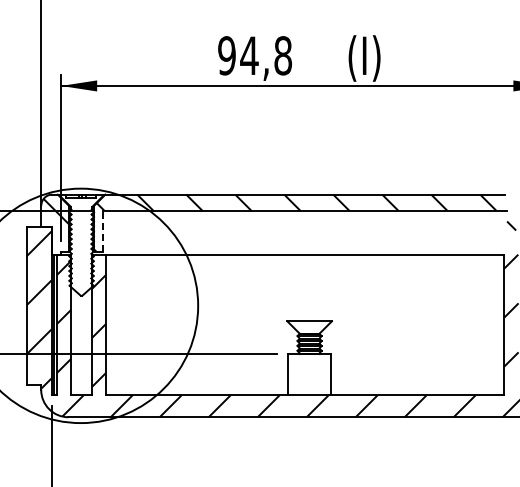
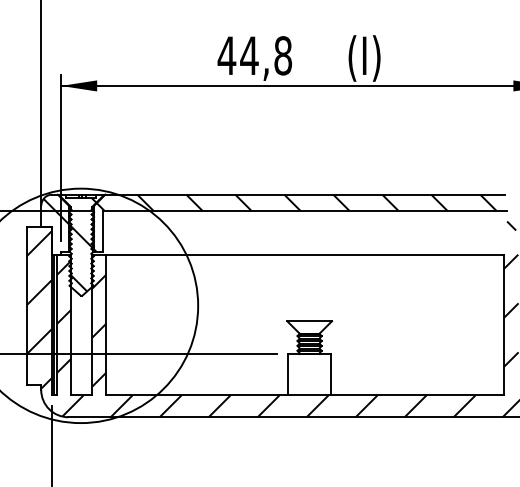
text at (226, 55): 94,8 -> 44,8
line at (103, 230): dashed -> solid
hatch at (83, 244): none -> present
